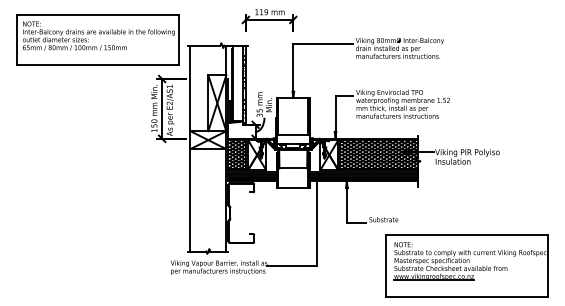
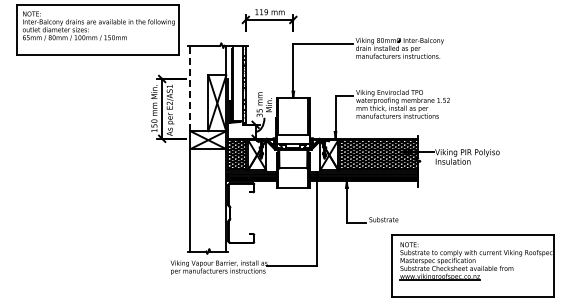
part at (97, 39) position: (97, 39) -> (97, 29)
line at (190, 88): solid -> dashed
part at (466, 265) position: (466, 265) -> (472, 265)
